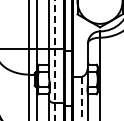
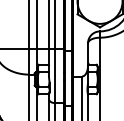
line at (54, 60): dashed -> solid
line at (82, 98): dashed -> solid
